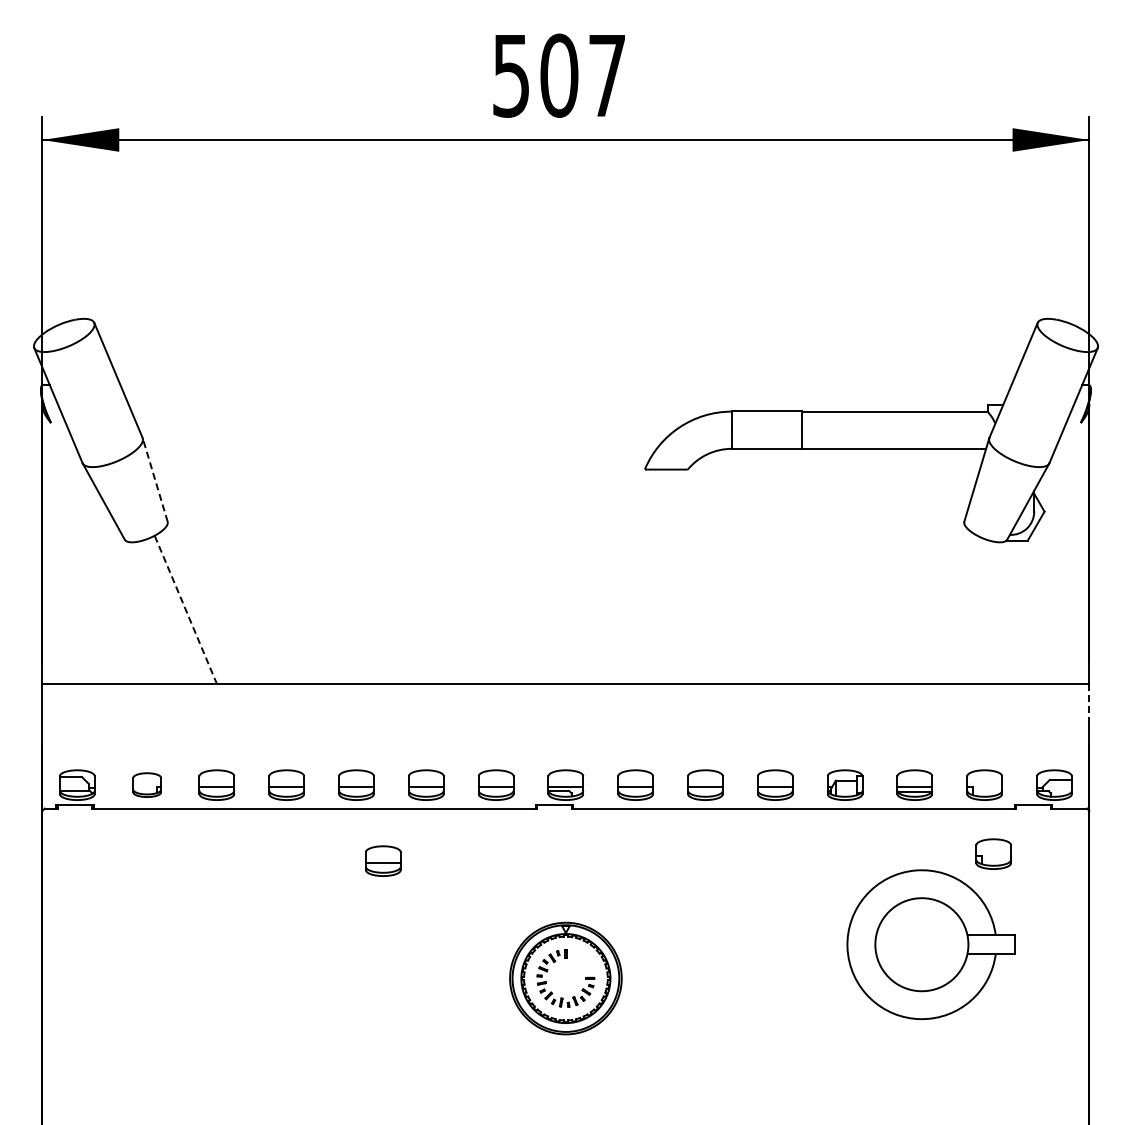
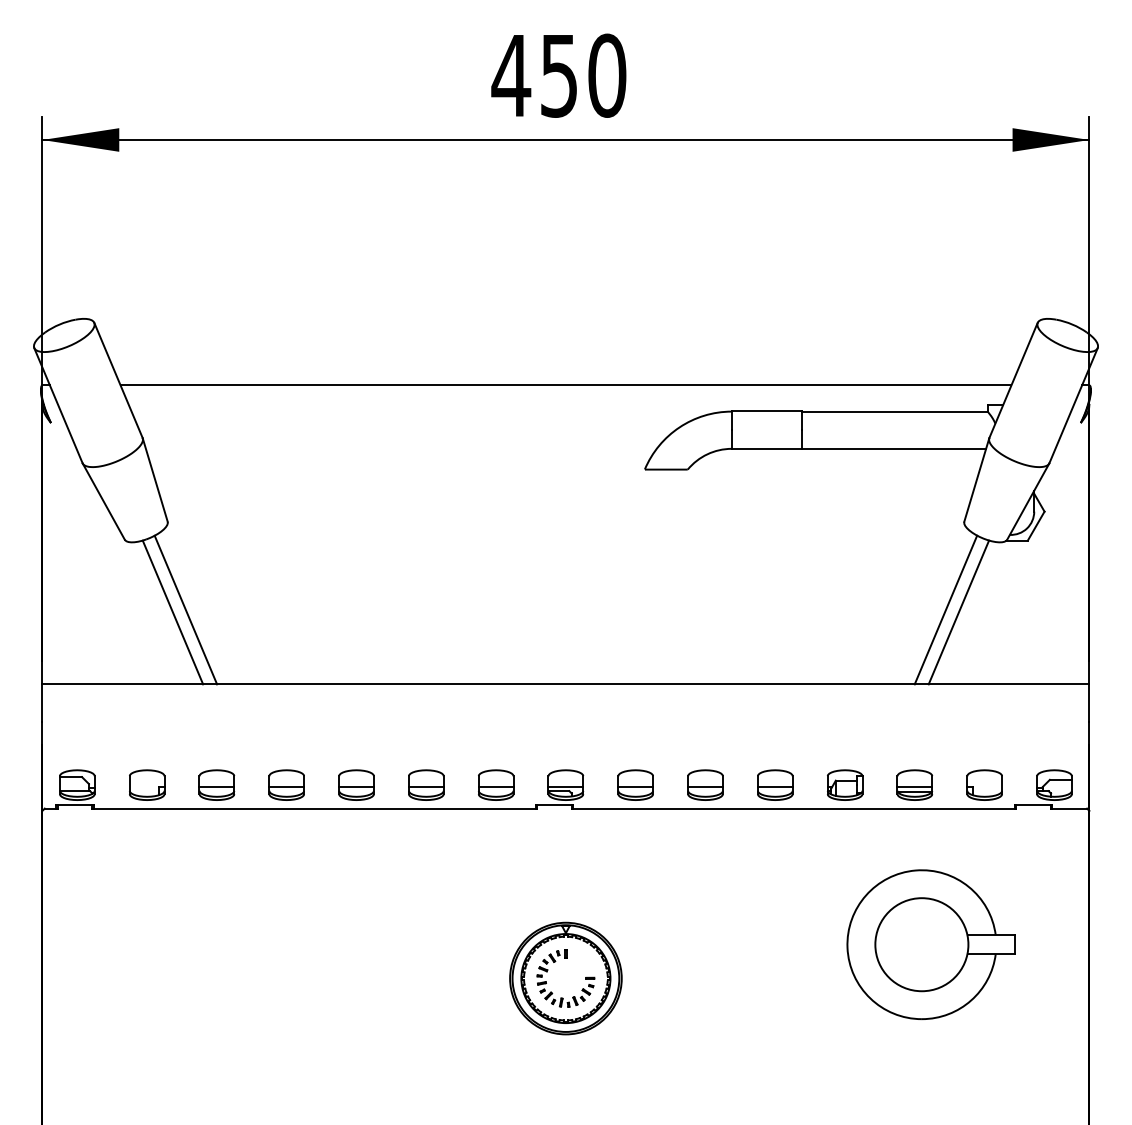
text at (558, 75): 507 -> 450
line at (565, 385): none -> present
line at (155, 480): dashed -> solid
line at (945, 609): none -> present
line at (185, 610): dashed -> solid
line at (172, 612): none -> present
line at (958, 612): none -> present
line at (1089, 703): dashed -> solid
part at (146, 784) size: 30x26 px -> 37x32 px
part at (993, 853): present -> none
part at (383, 860): present -> none
